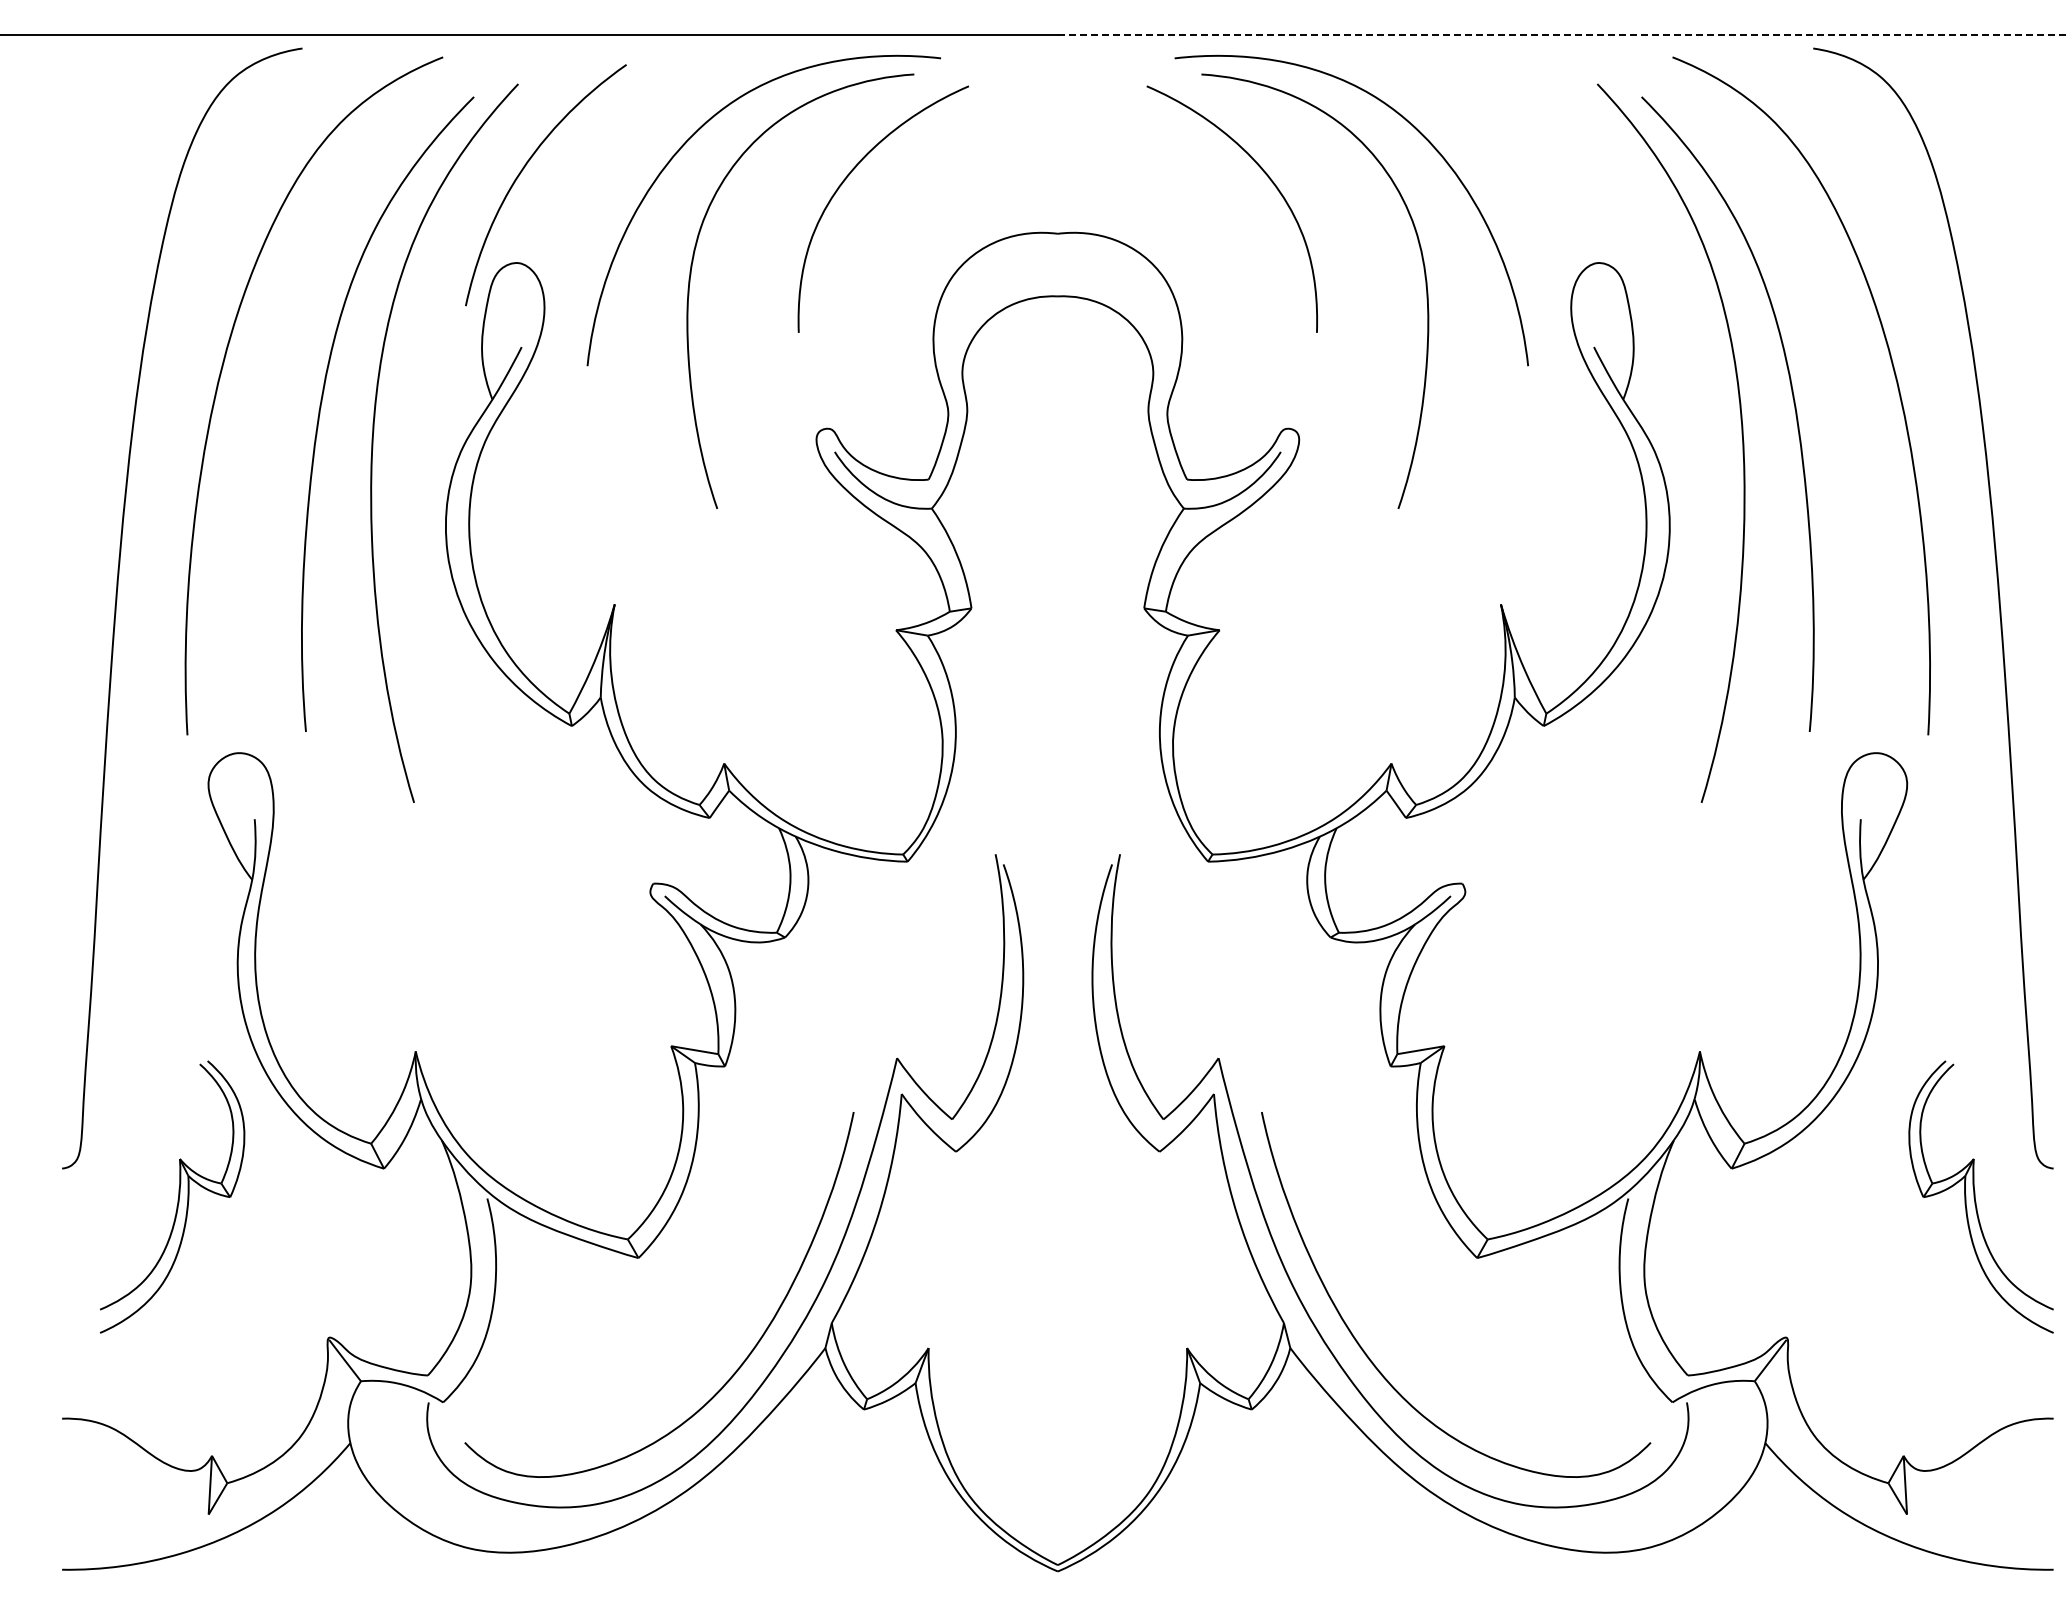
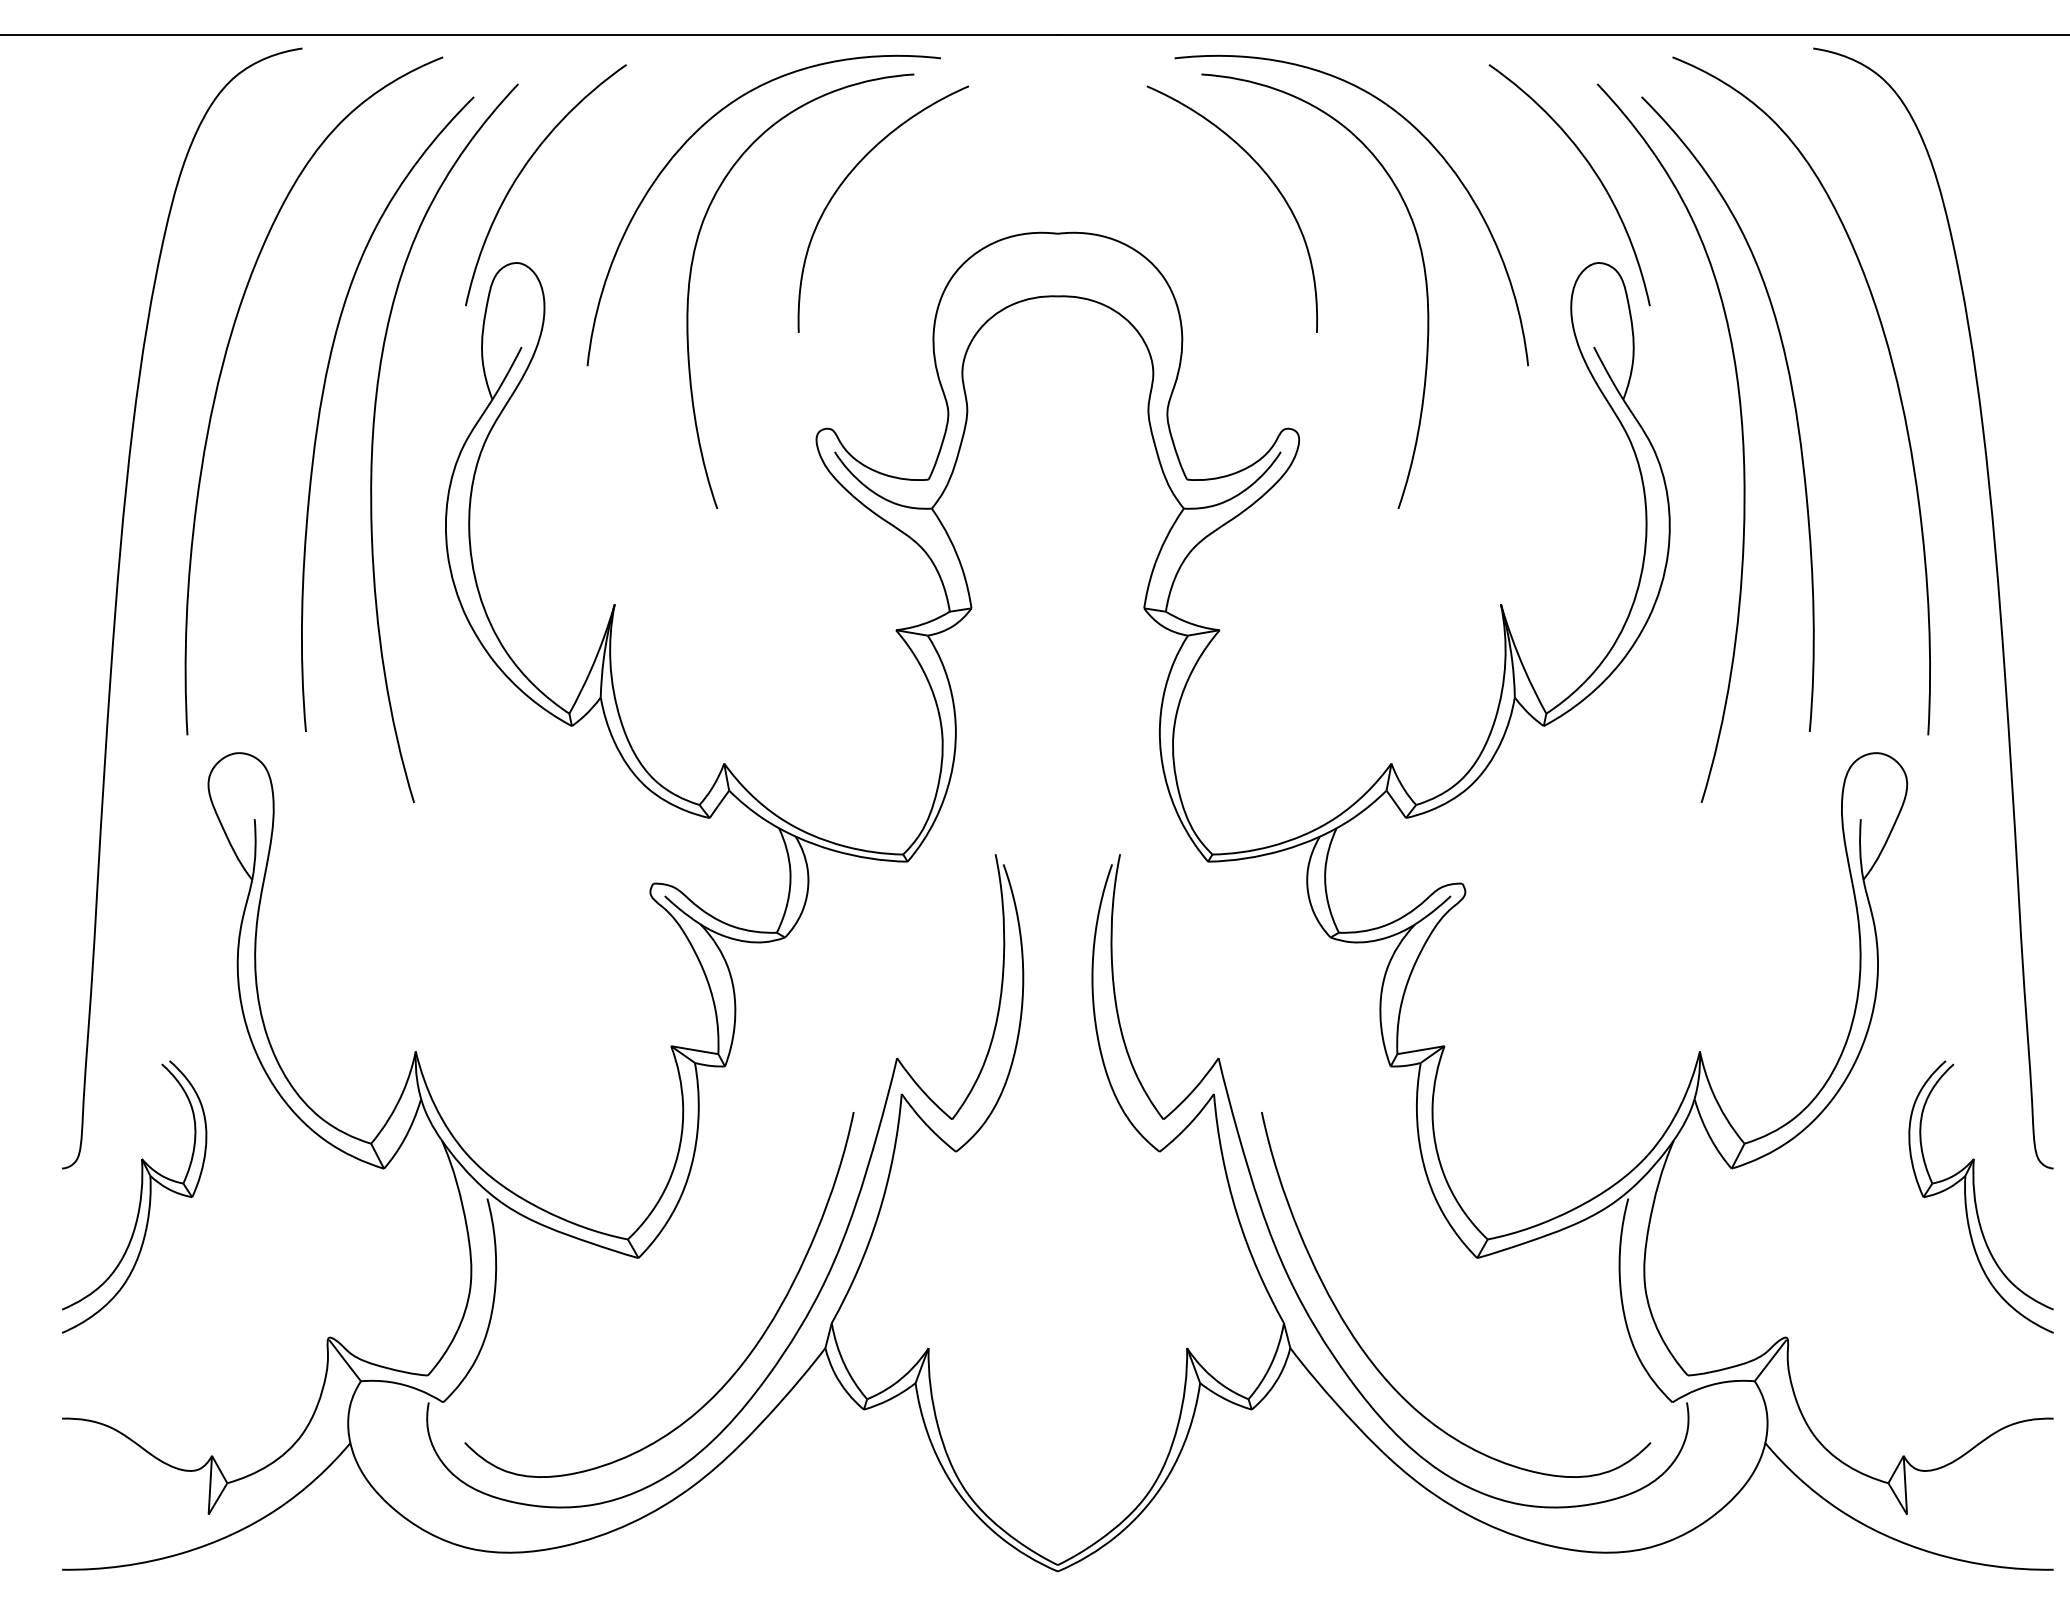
line at (1563, 35): dashed -> solid
curve at (1592, 170): none -> present
part at (172, 1196) position: (172, 1196) -> (134, 1196)
